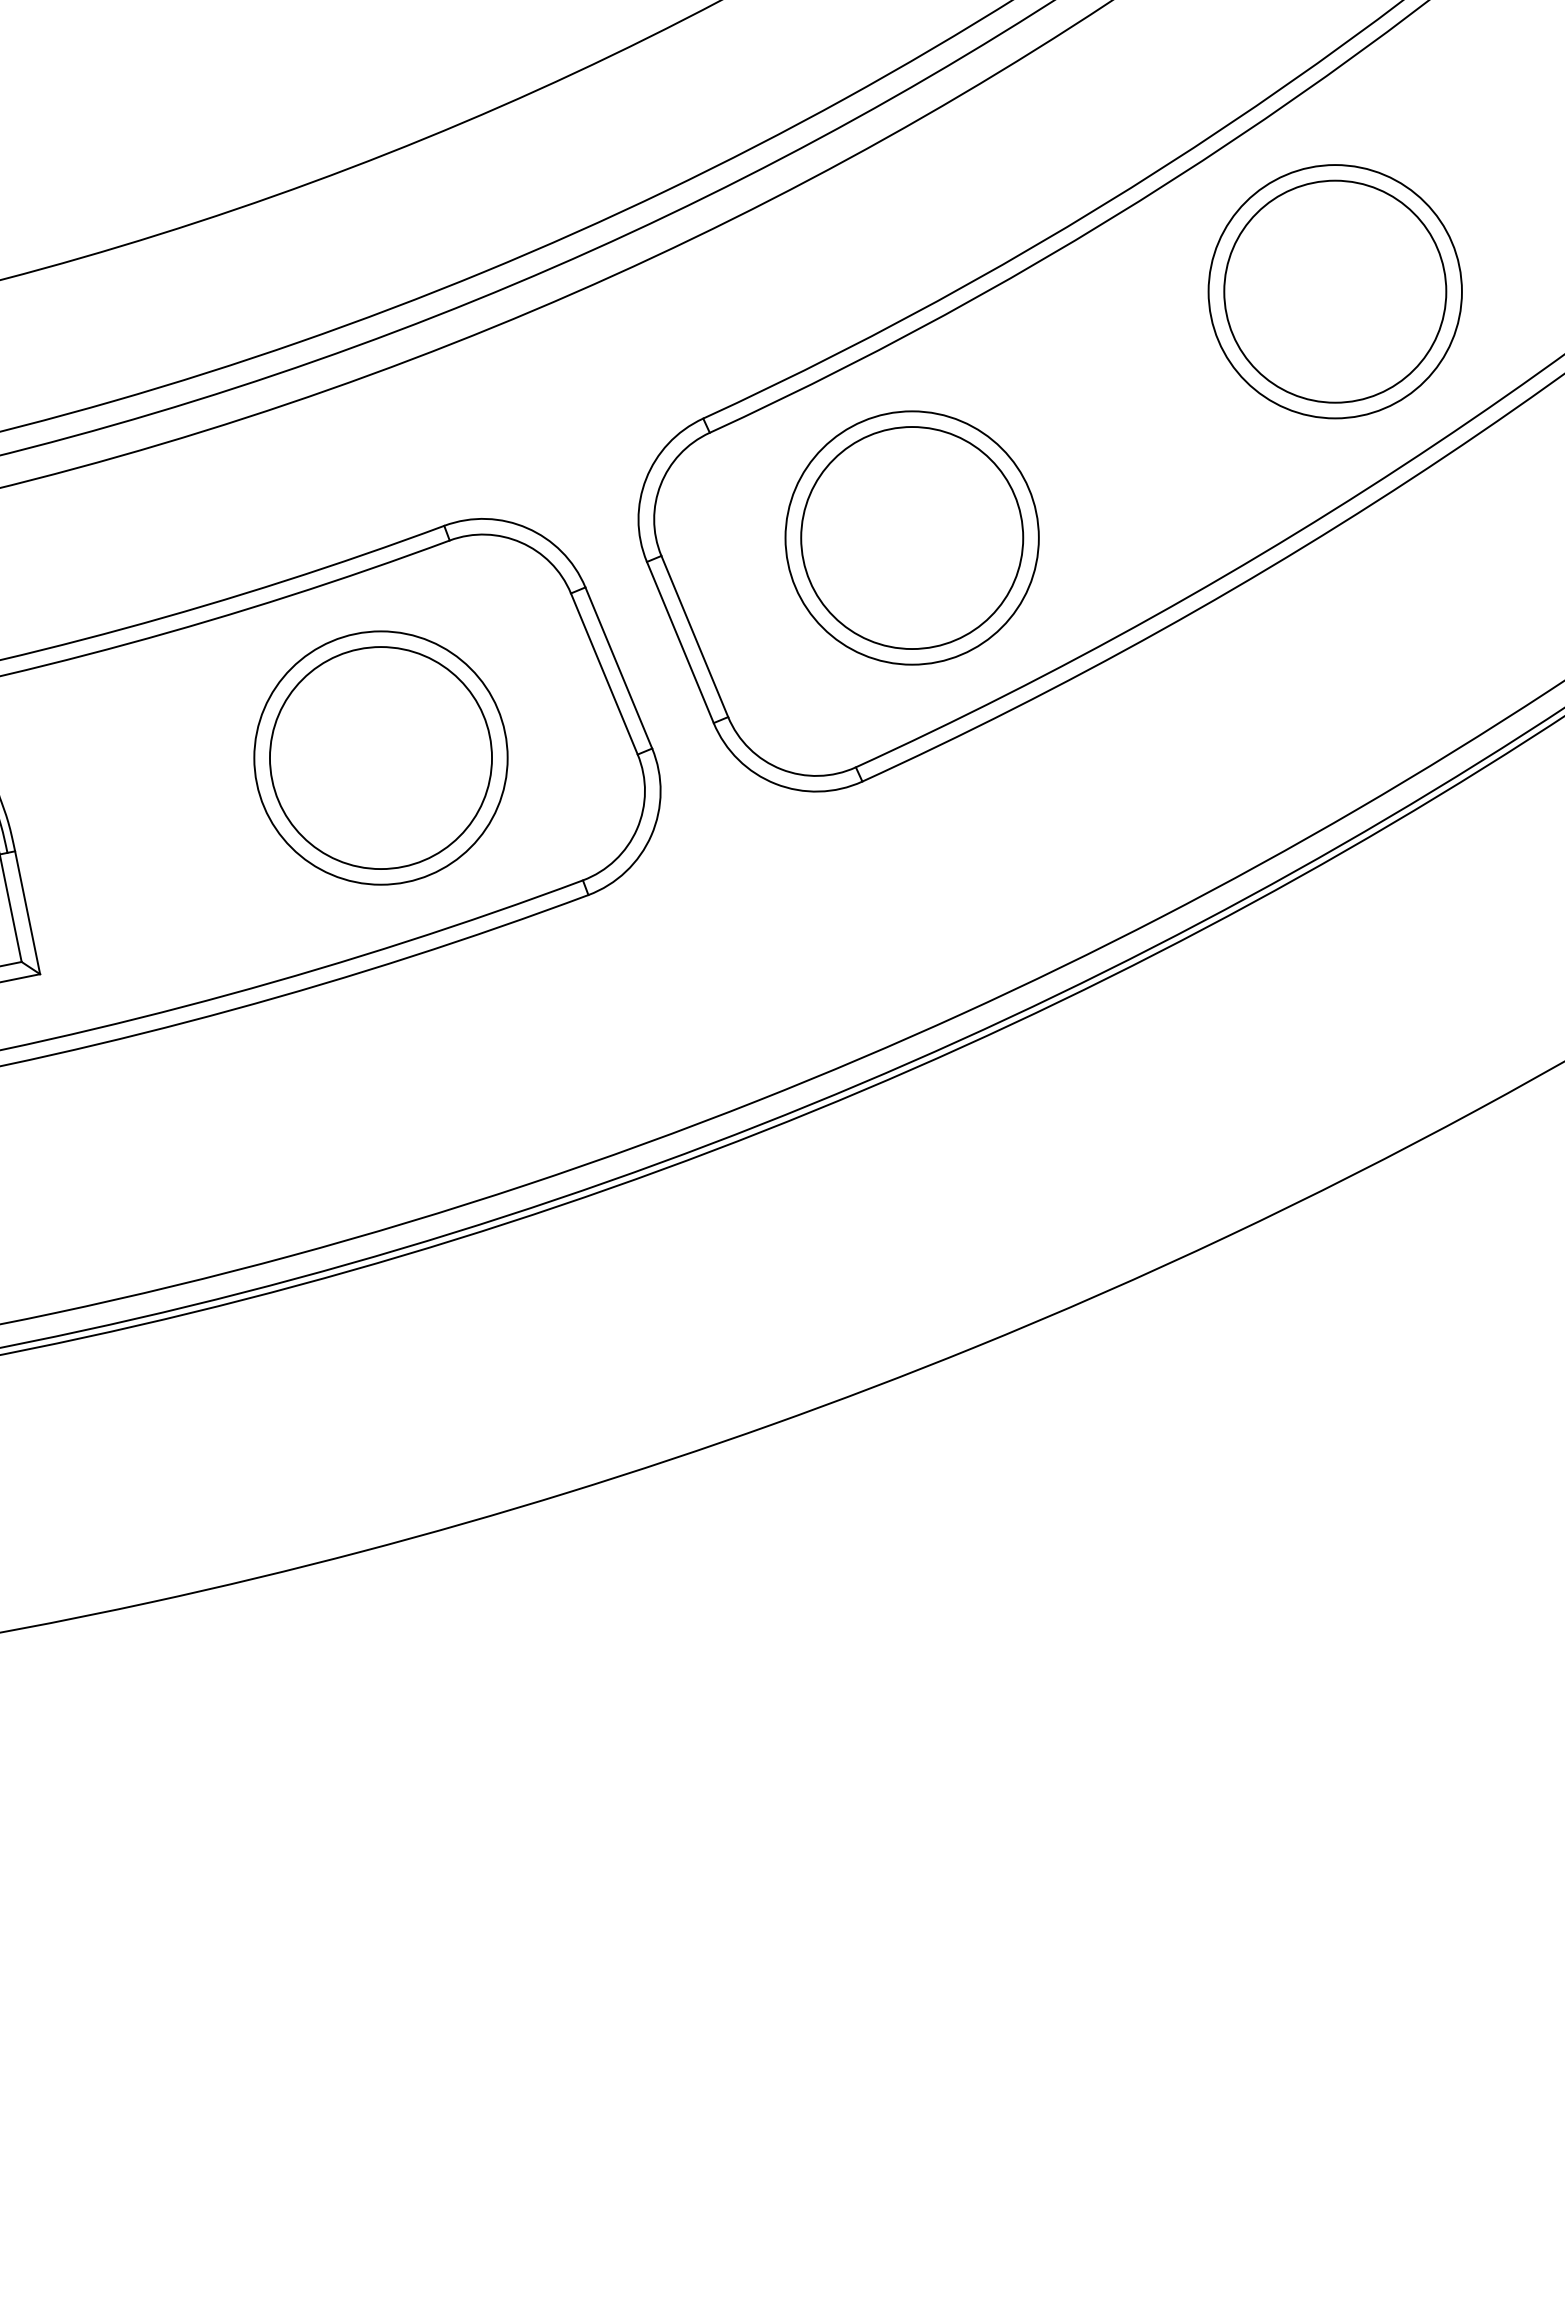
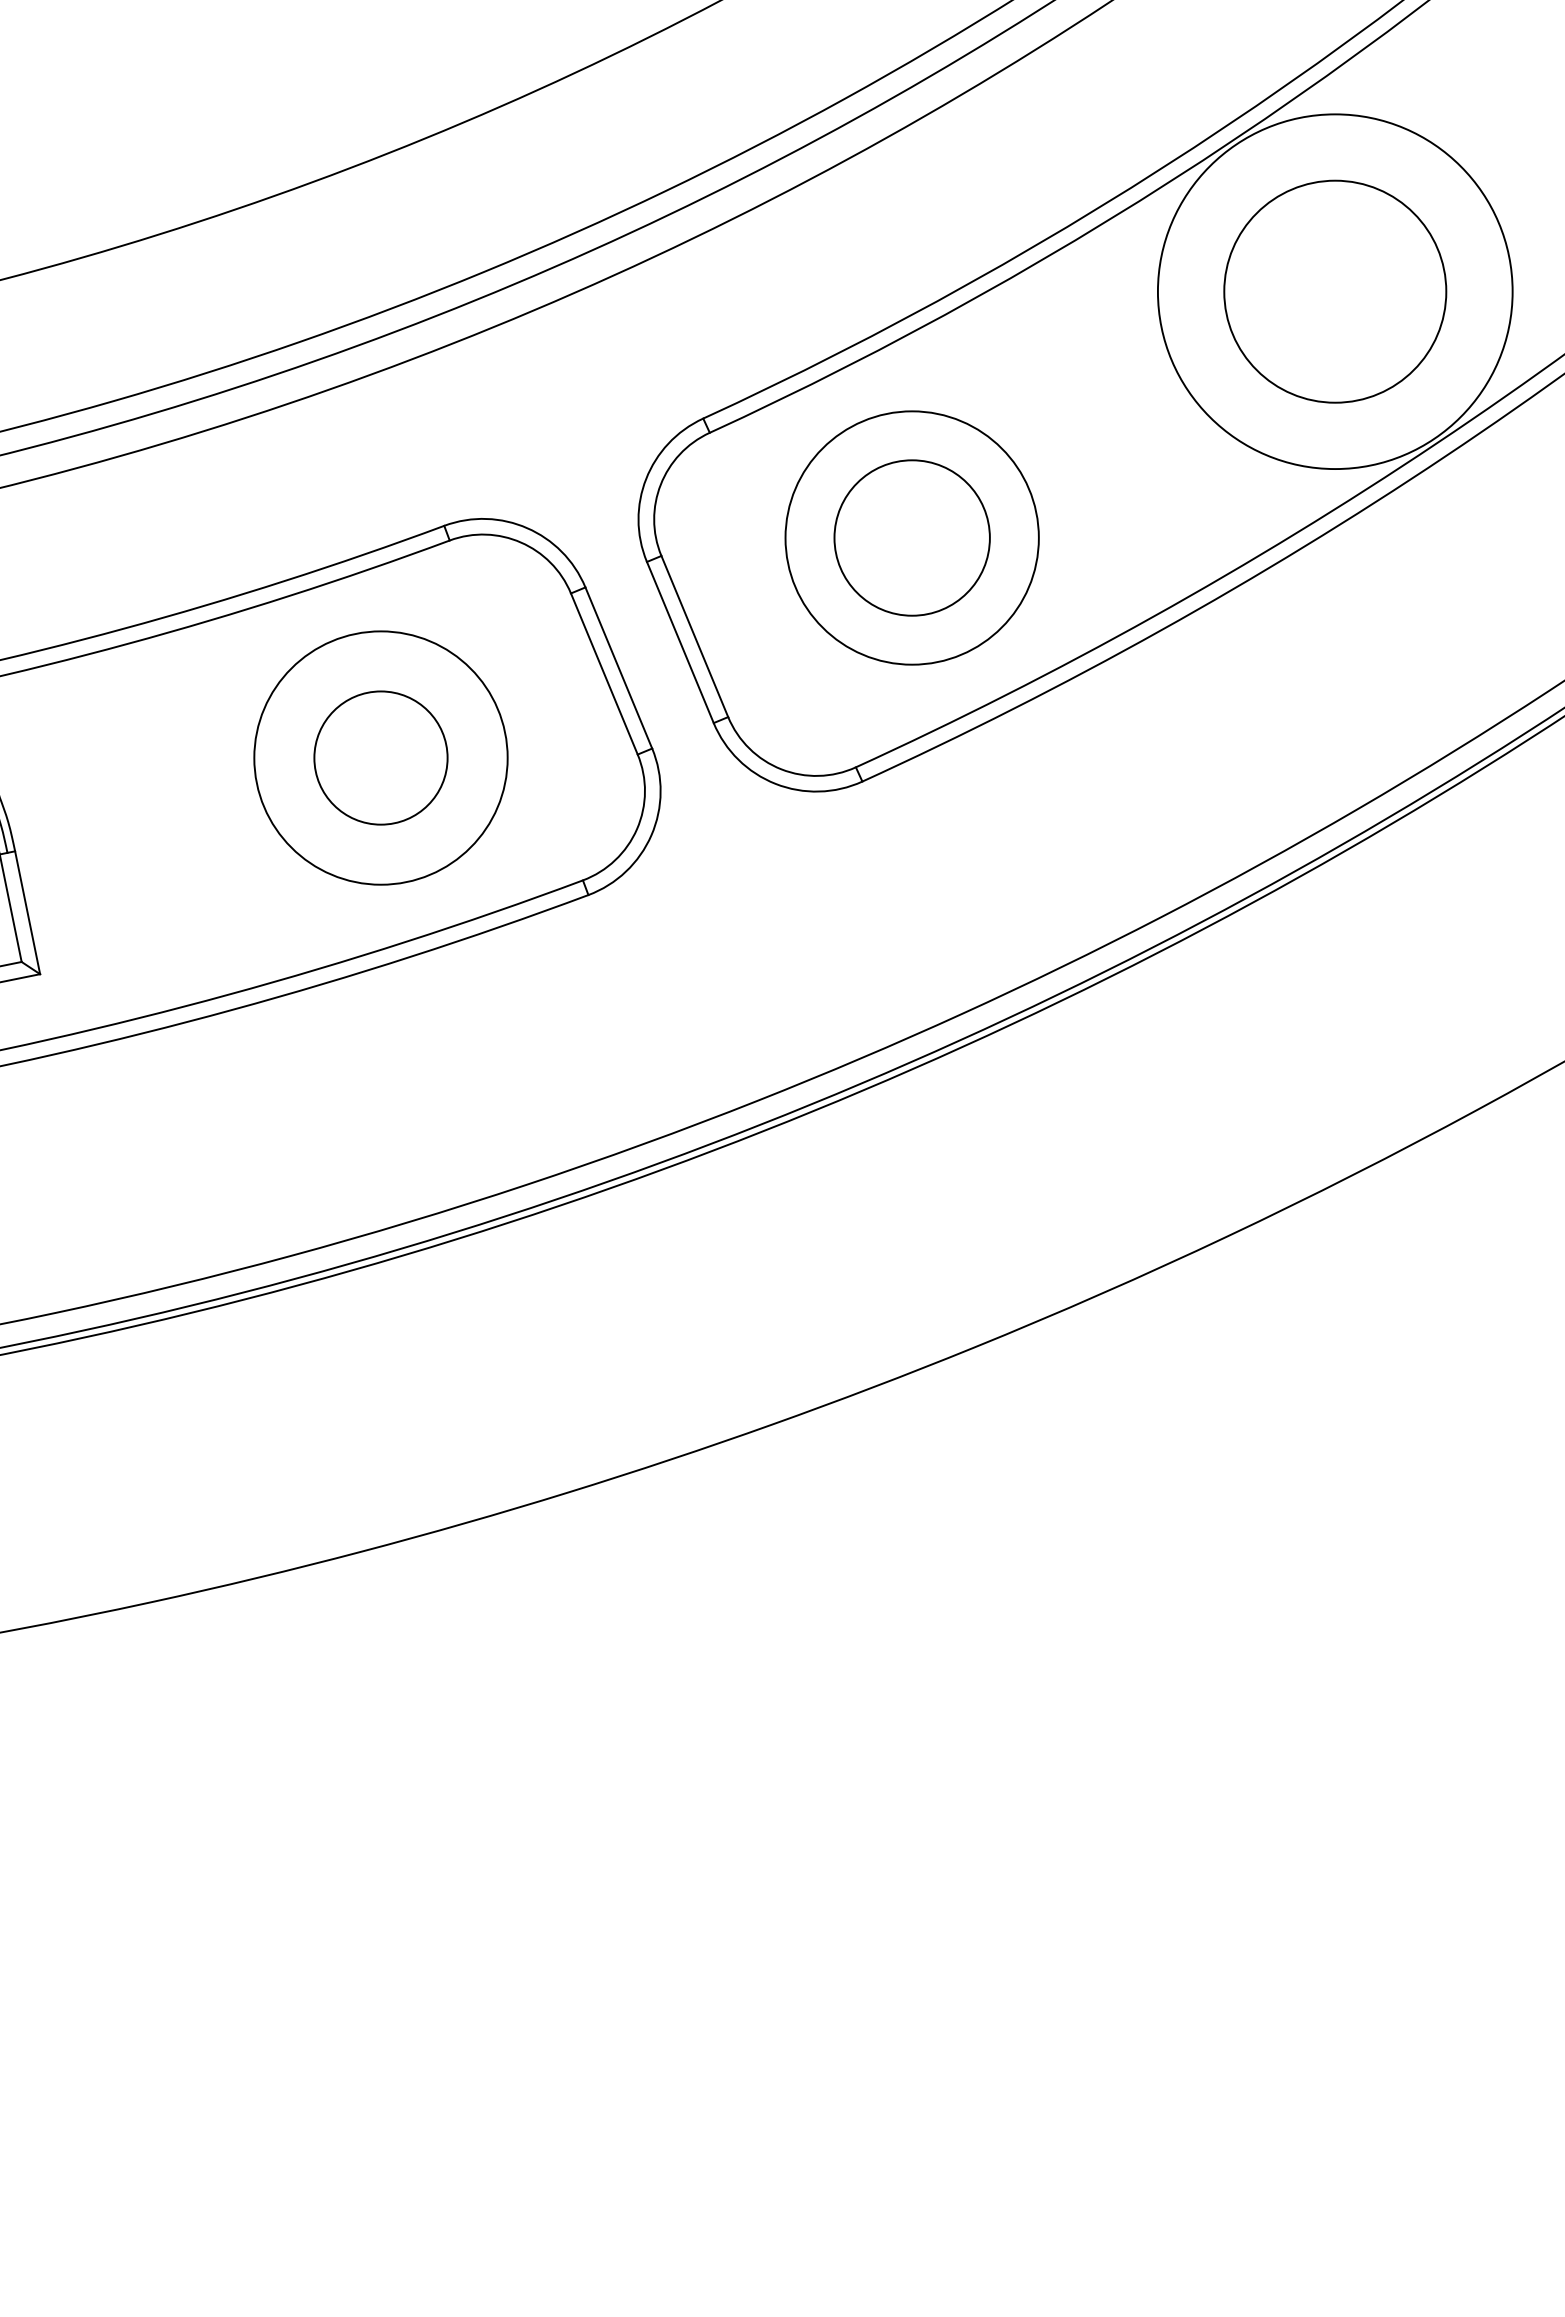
circle at (1334, 291) diameter: 253 px -> 355 px
circle at (912, 538) diameter: 222 px -> 155 px
circle at (380, 758) diameter: 222 px -> 133 px
